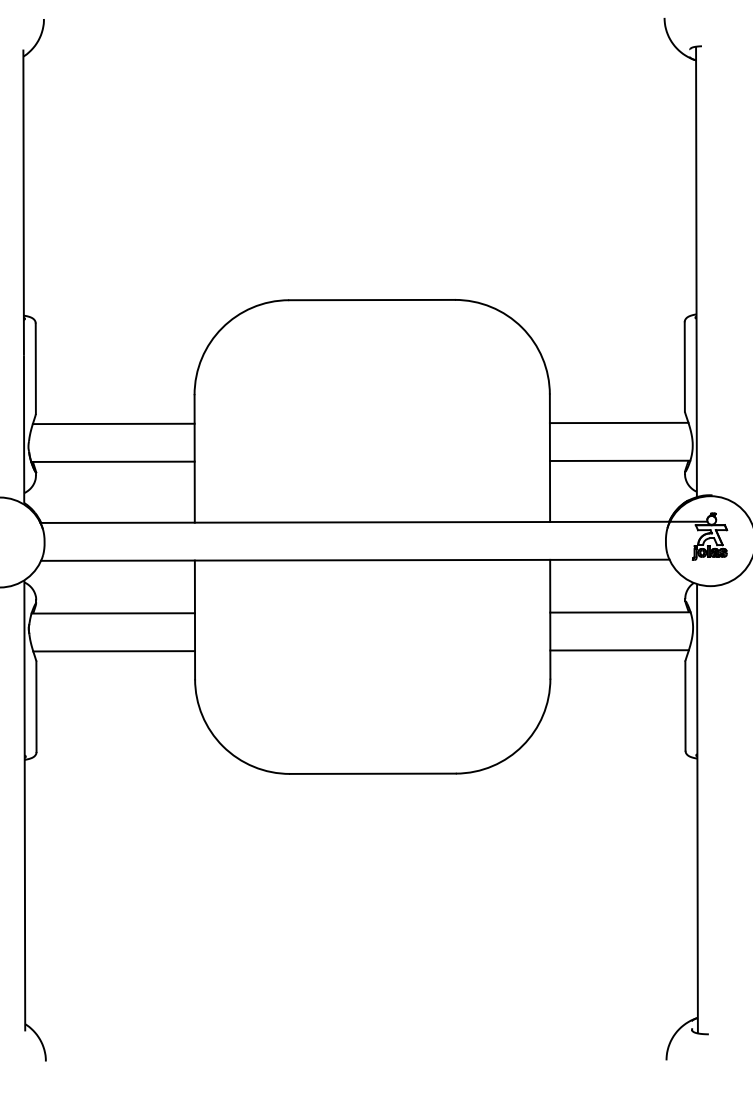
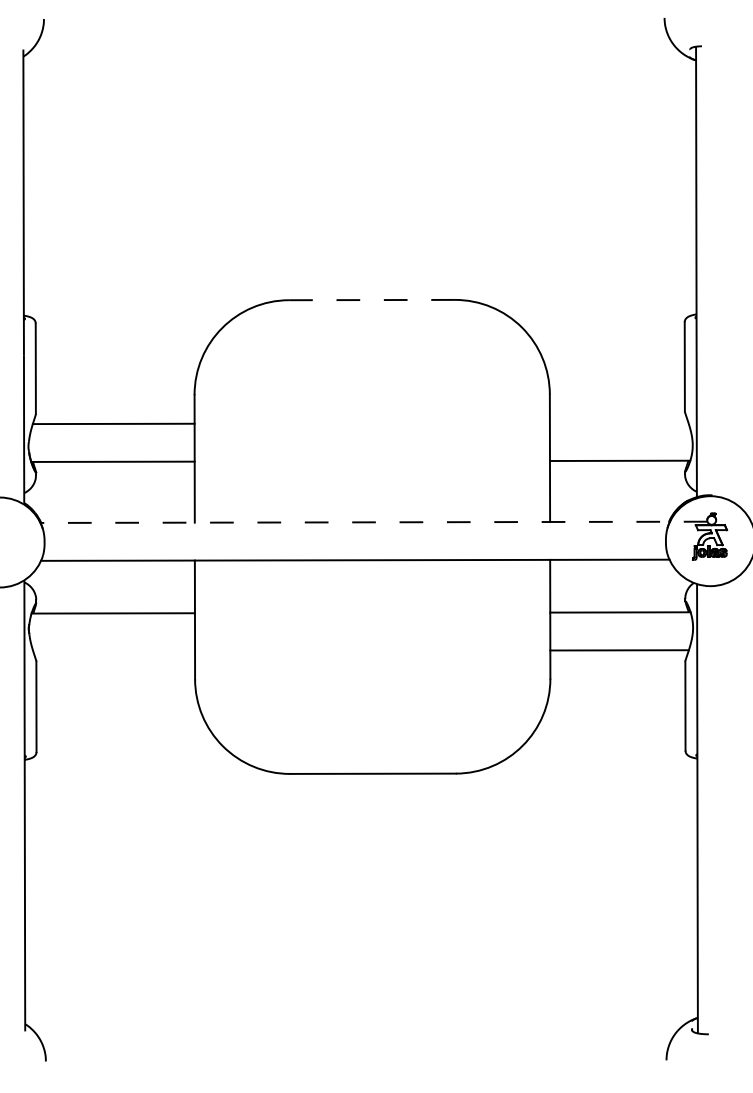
line at (372, 300): solid -> dashed
line at (618, 422): present -> none
line at (373, 522): solid -> dashed
line at (114, 651): present -> none
